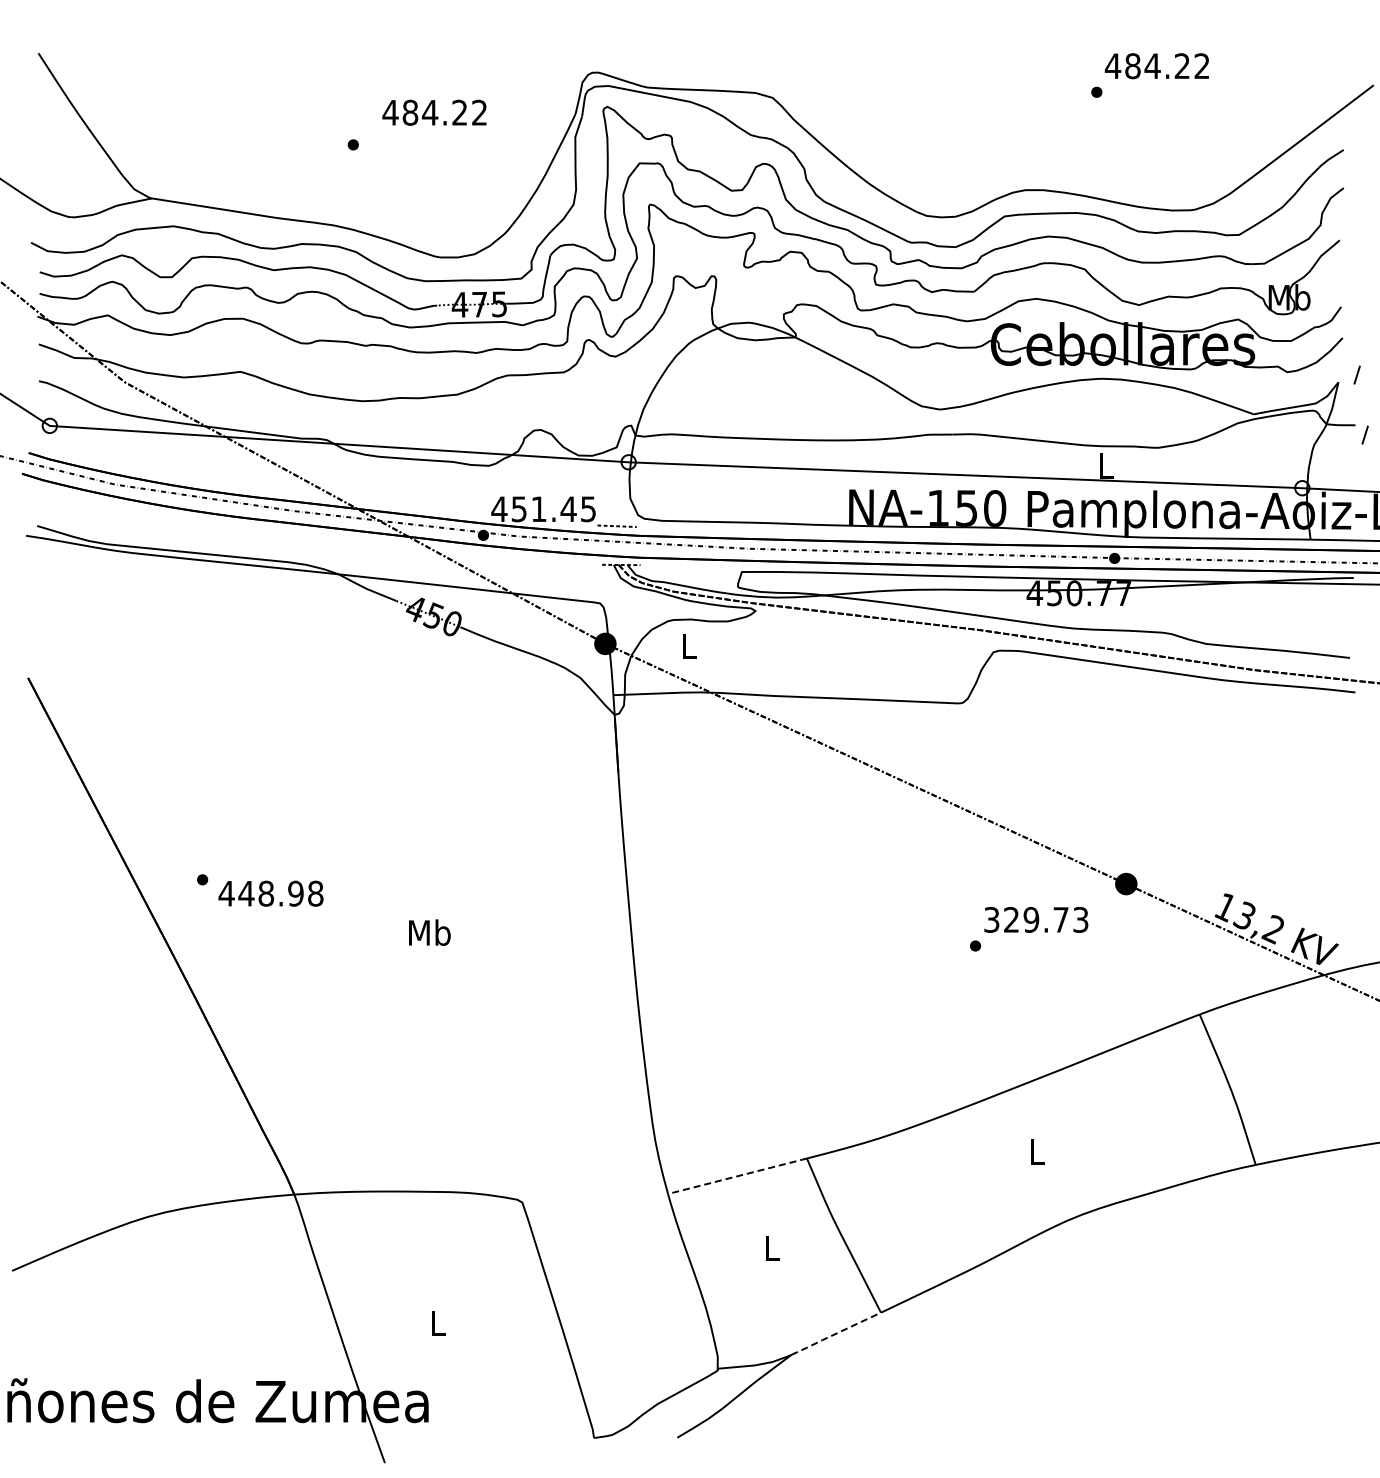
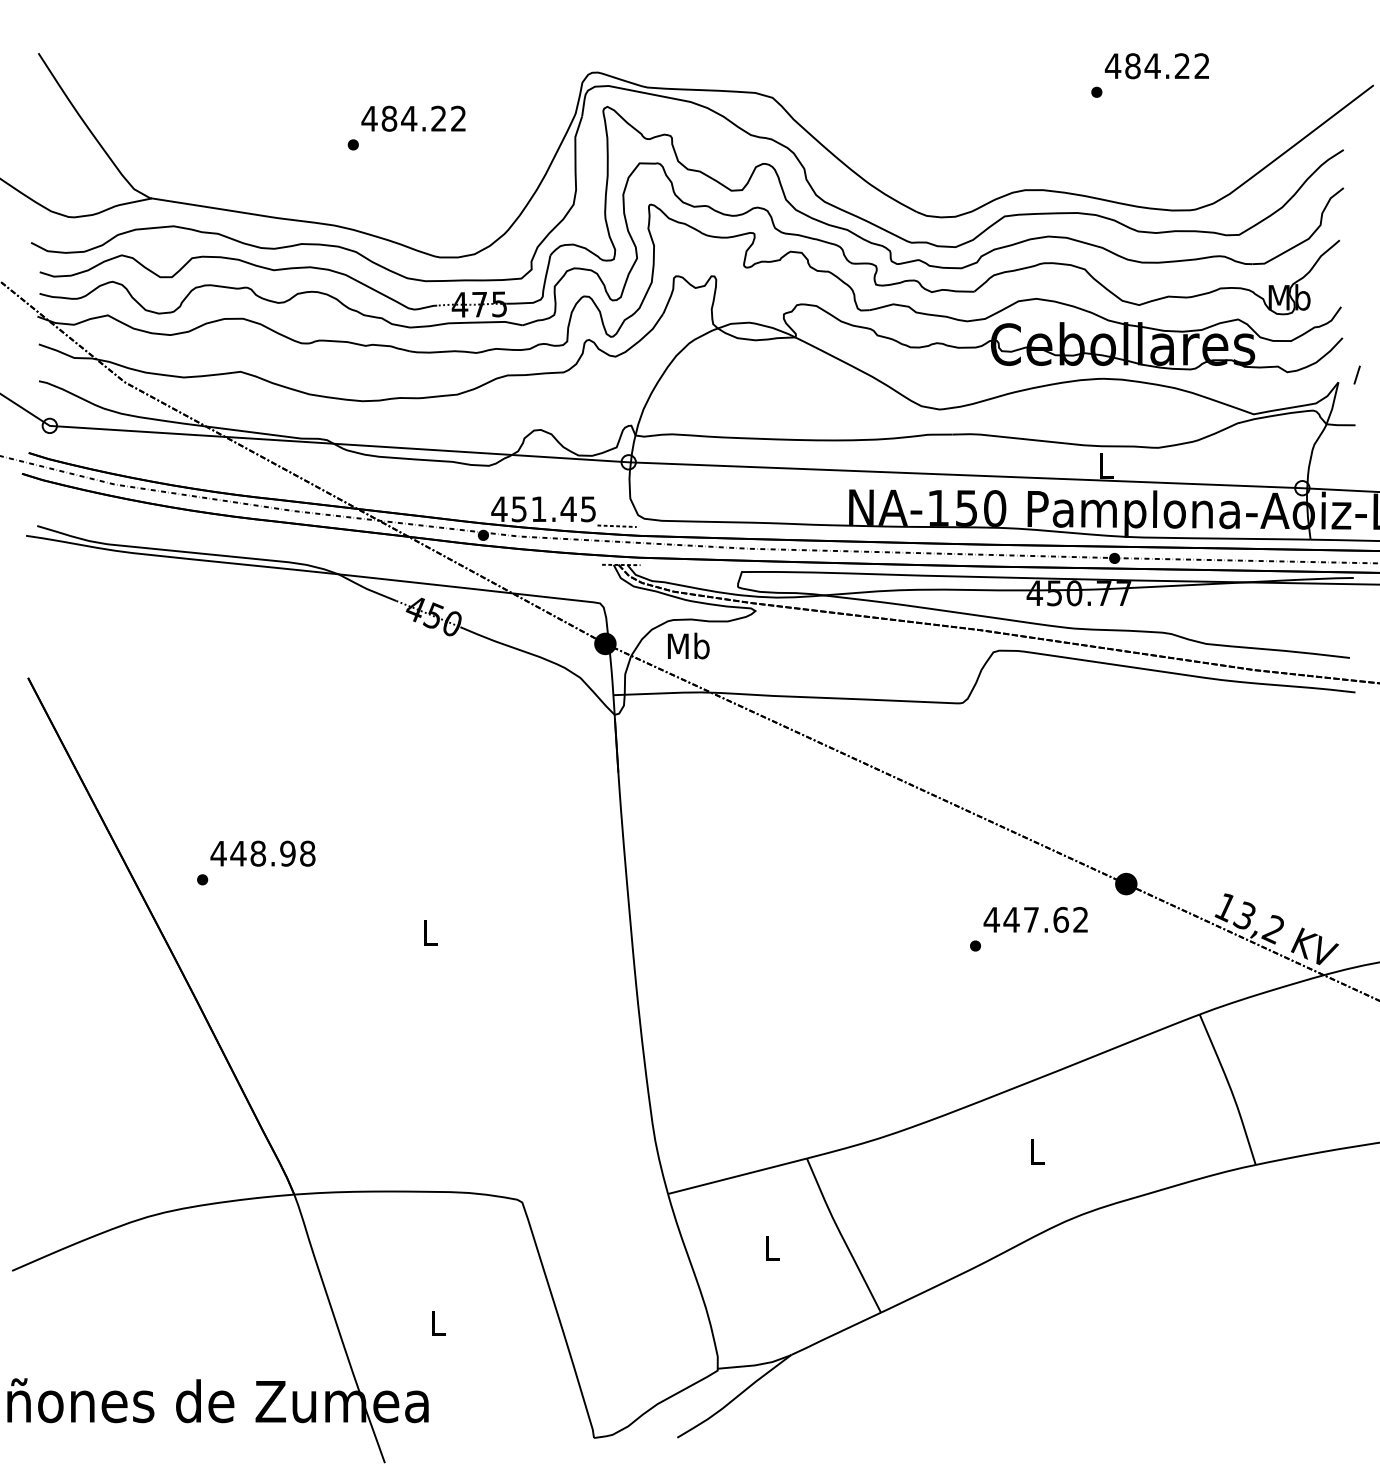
text at (434, 112) position: (434, 112) -> (413, 118)
line at (1364, 434): present -> none
text at (688, 645): L -> Mb
text at (270, 893) position: (270, 893) -> (262, 853)
text at (1035, 919): 329.73 -> 447.62
text at (429, 932): Mb -> L
line at (737, 1176): dashed -> solid
line at (834, 1334): dashed -> solid
